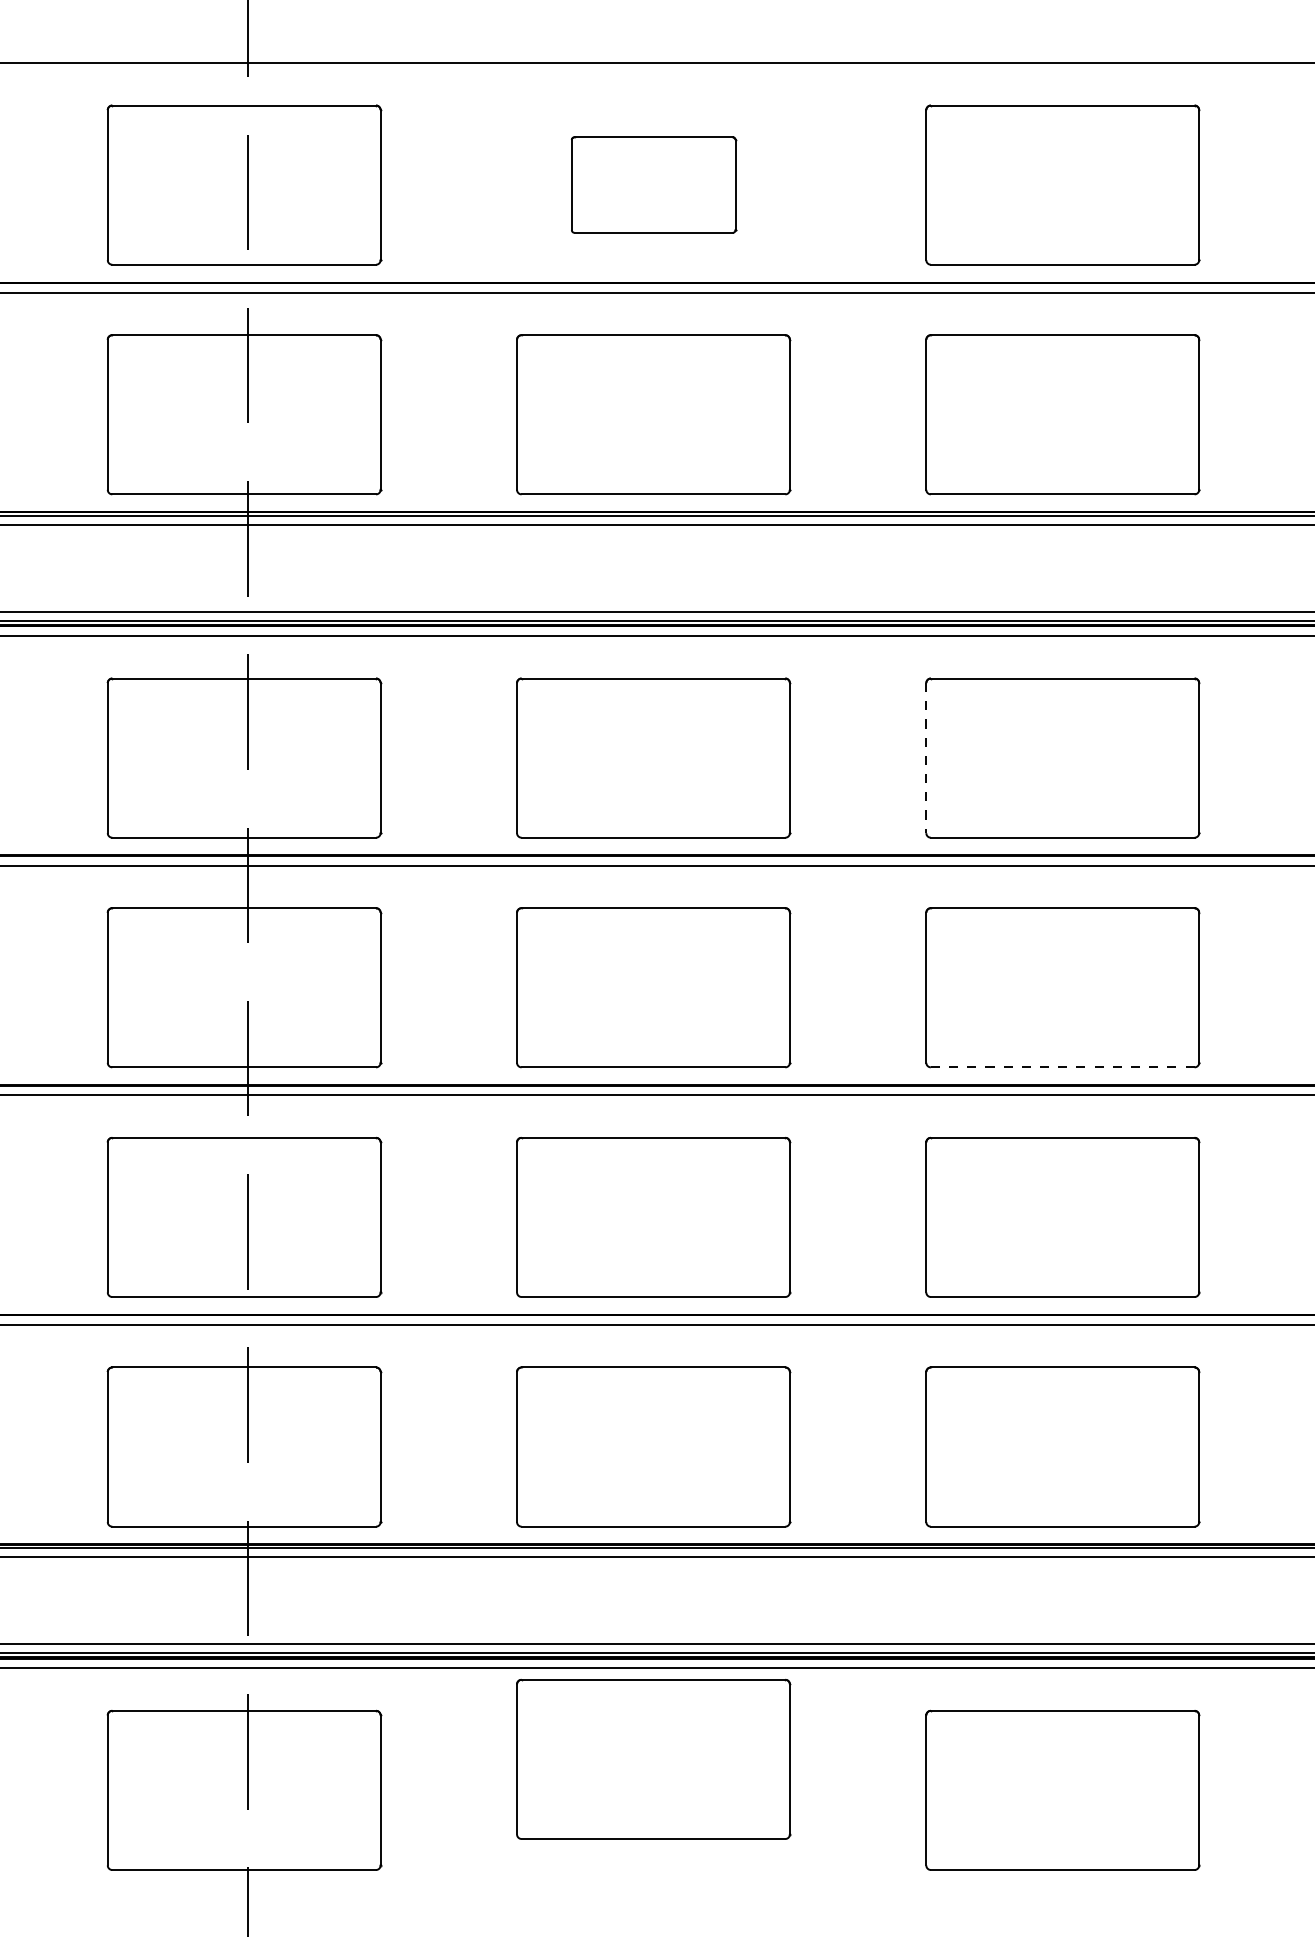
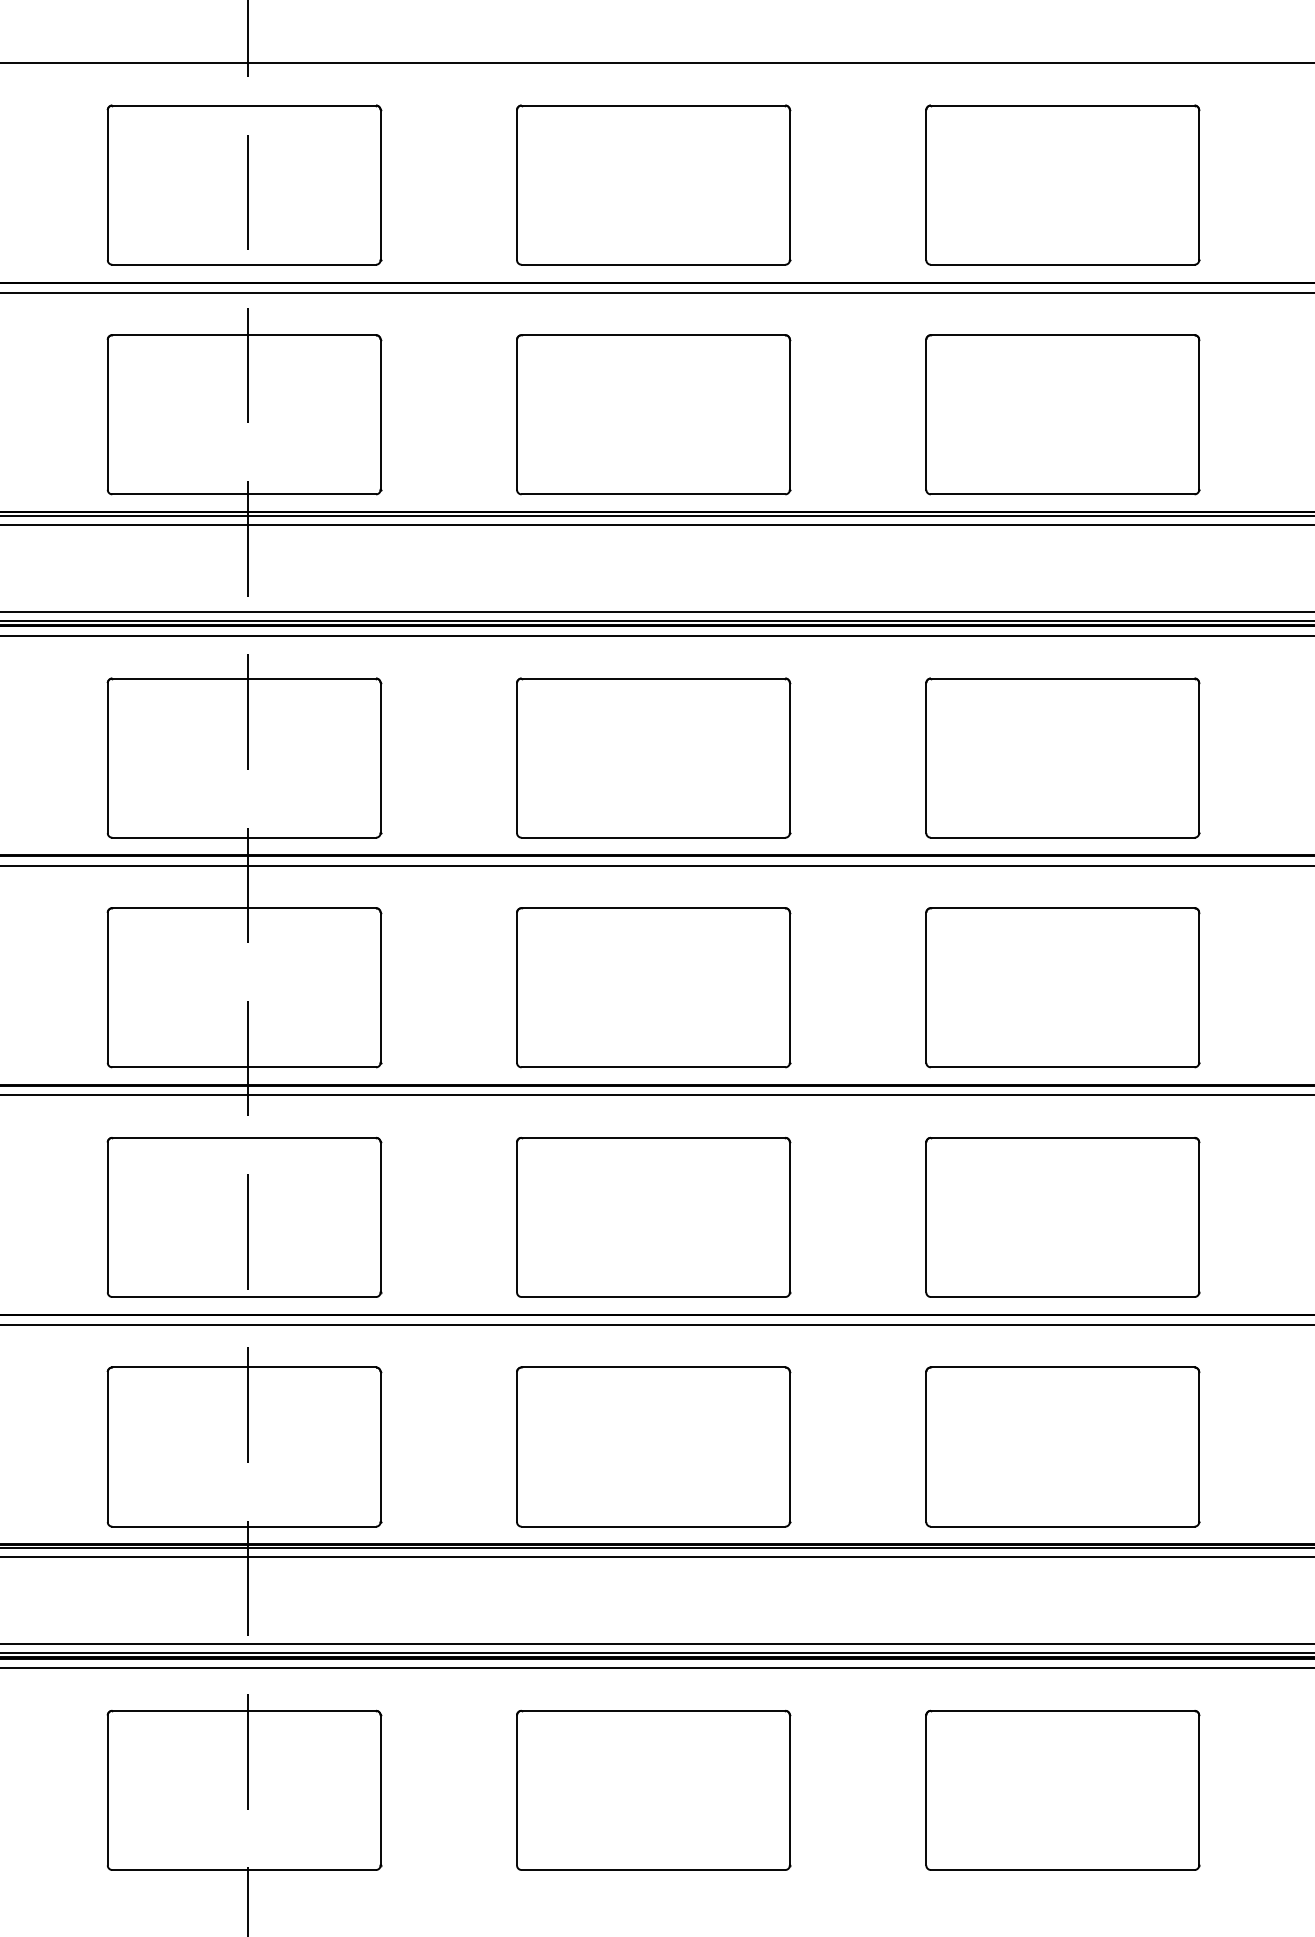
part at (653, 184) size: 168x98 px -> 276x162 px
line at (926, 758): dashed -> solid
line at (1062, 1067): dashed -> solid
part at (653, 1759) position: (653, 1759) -> (653, 1790)
